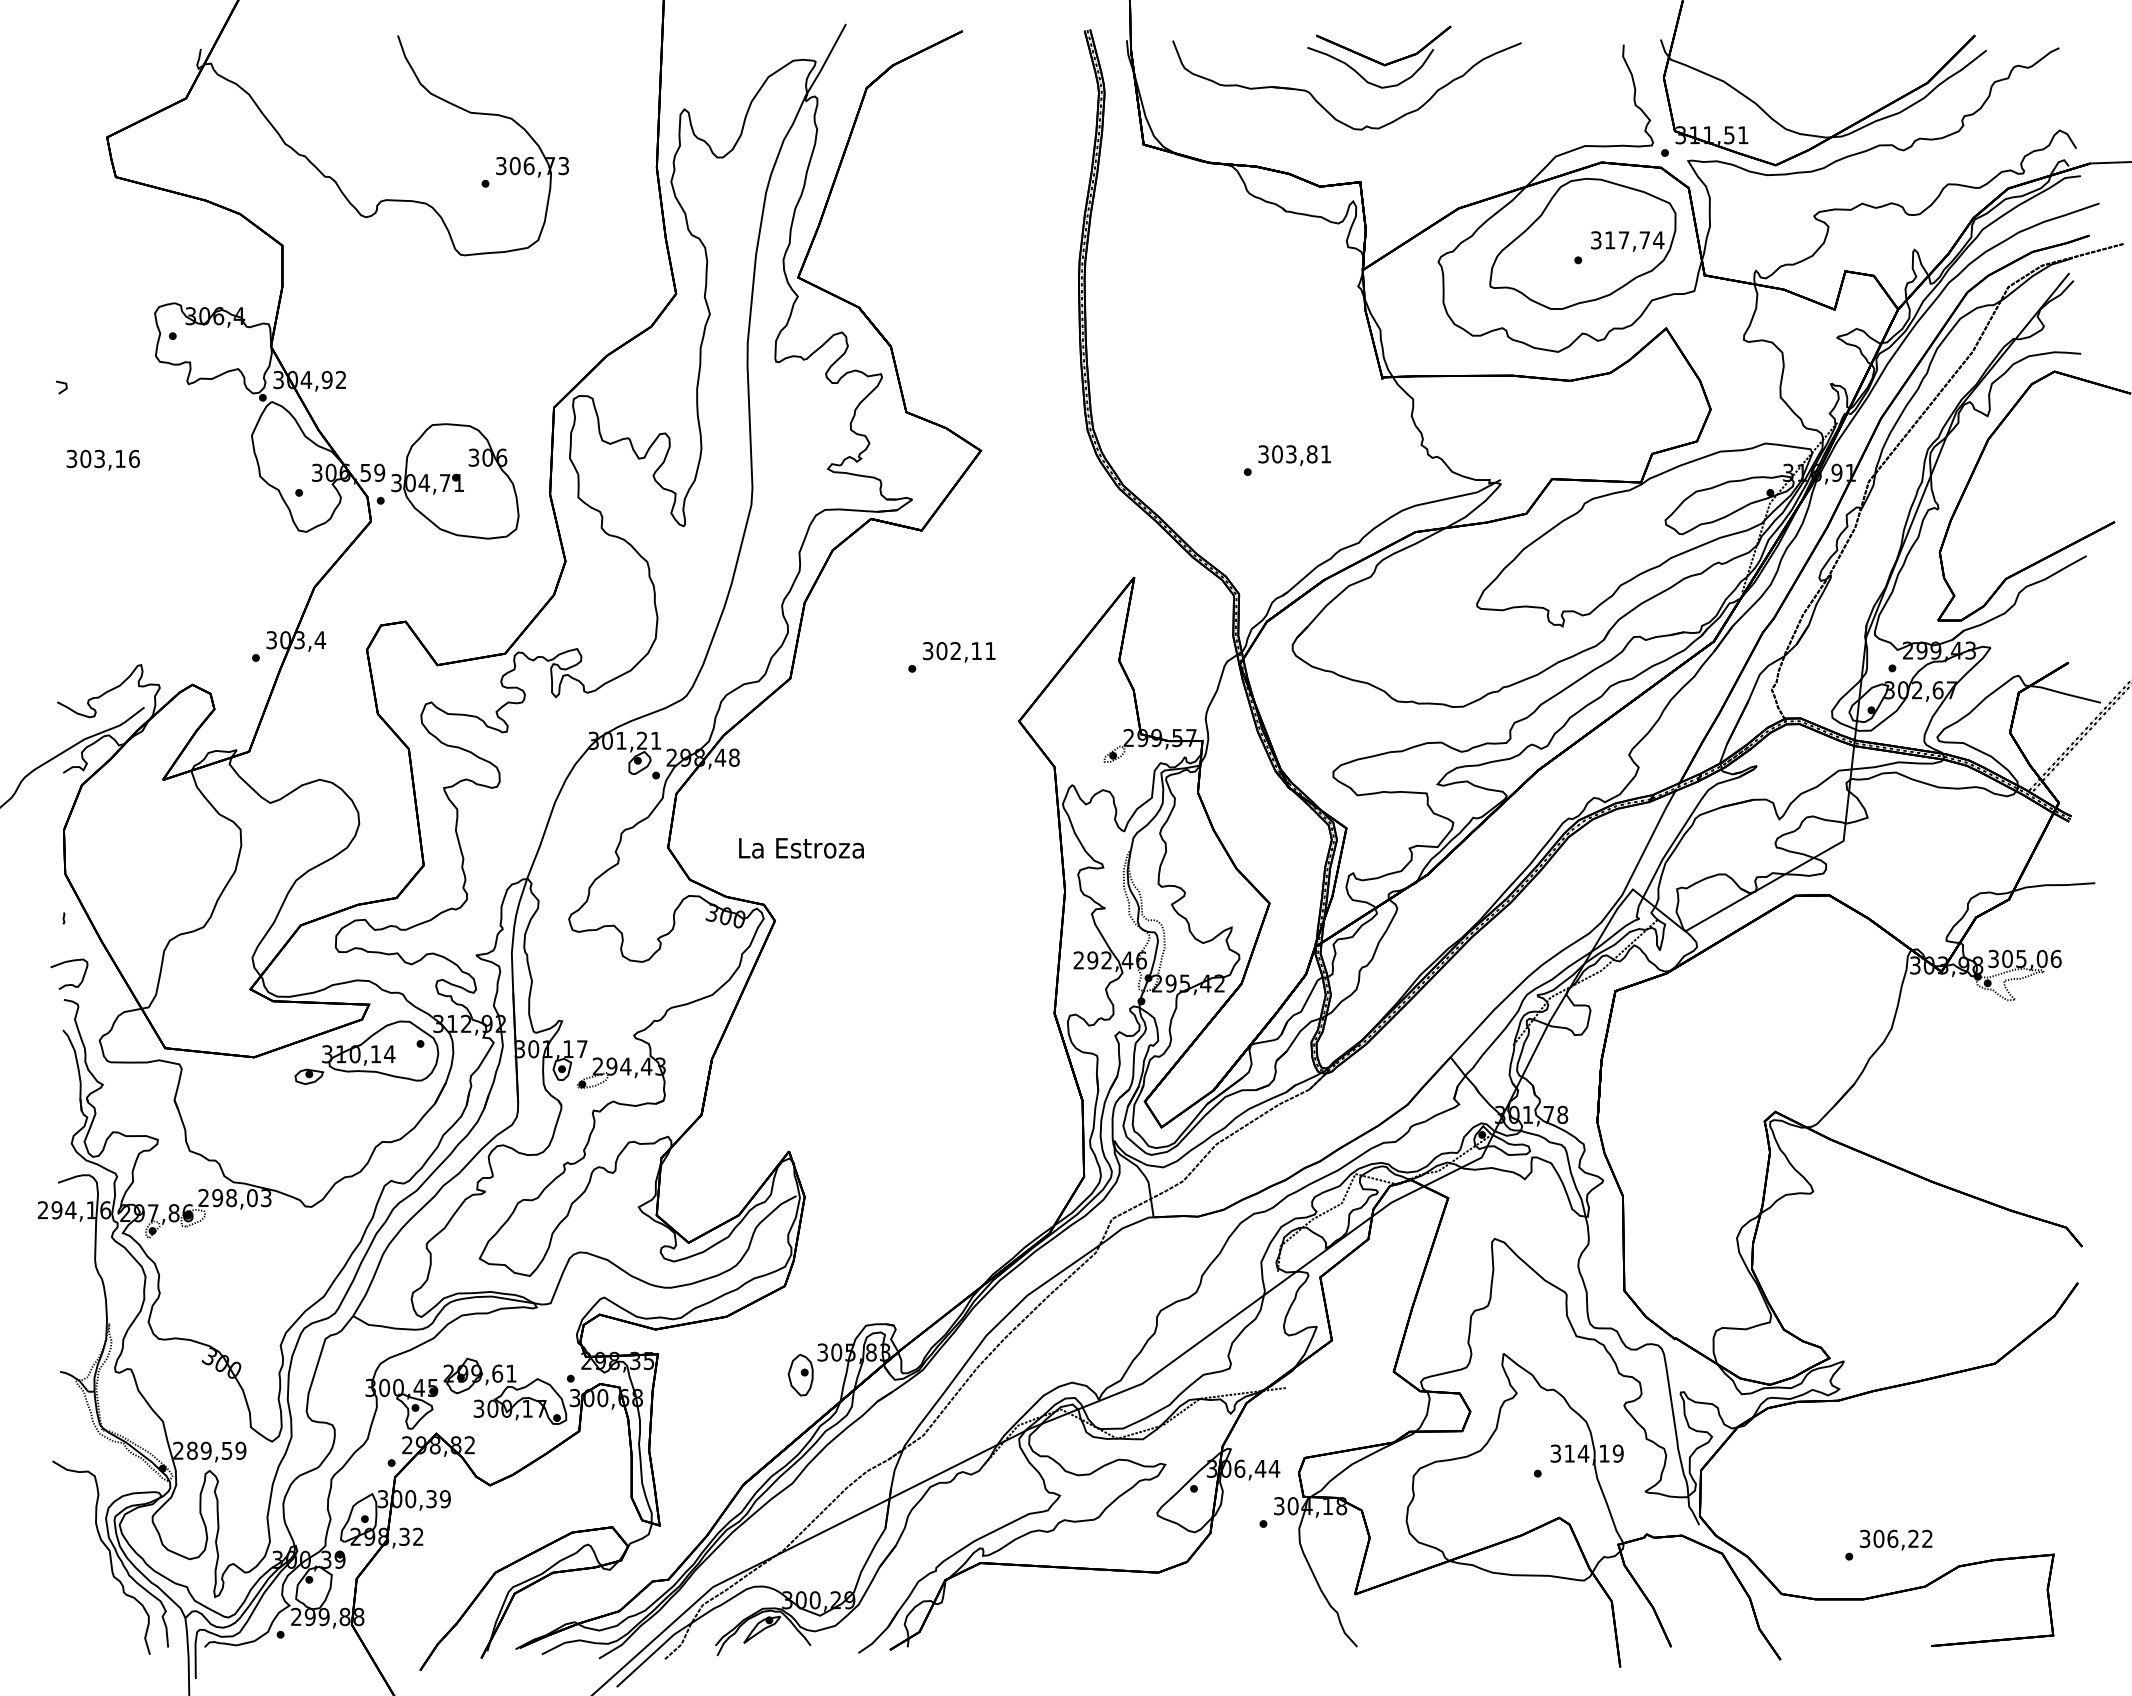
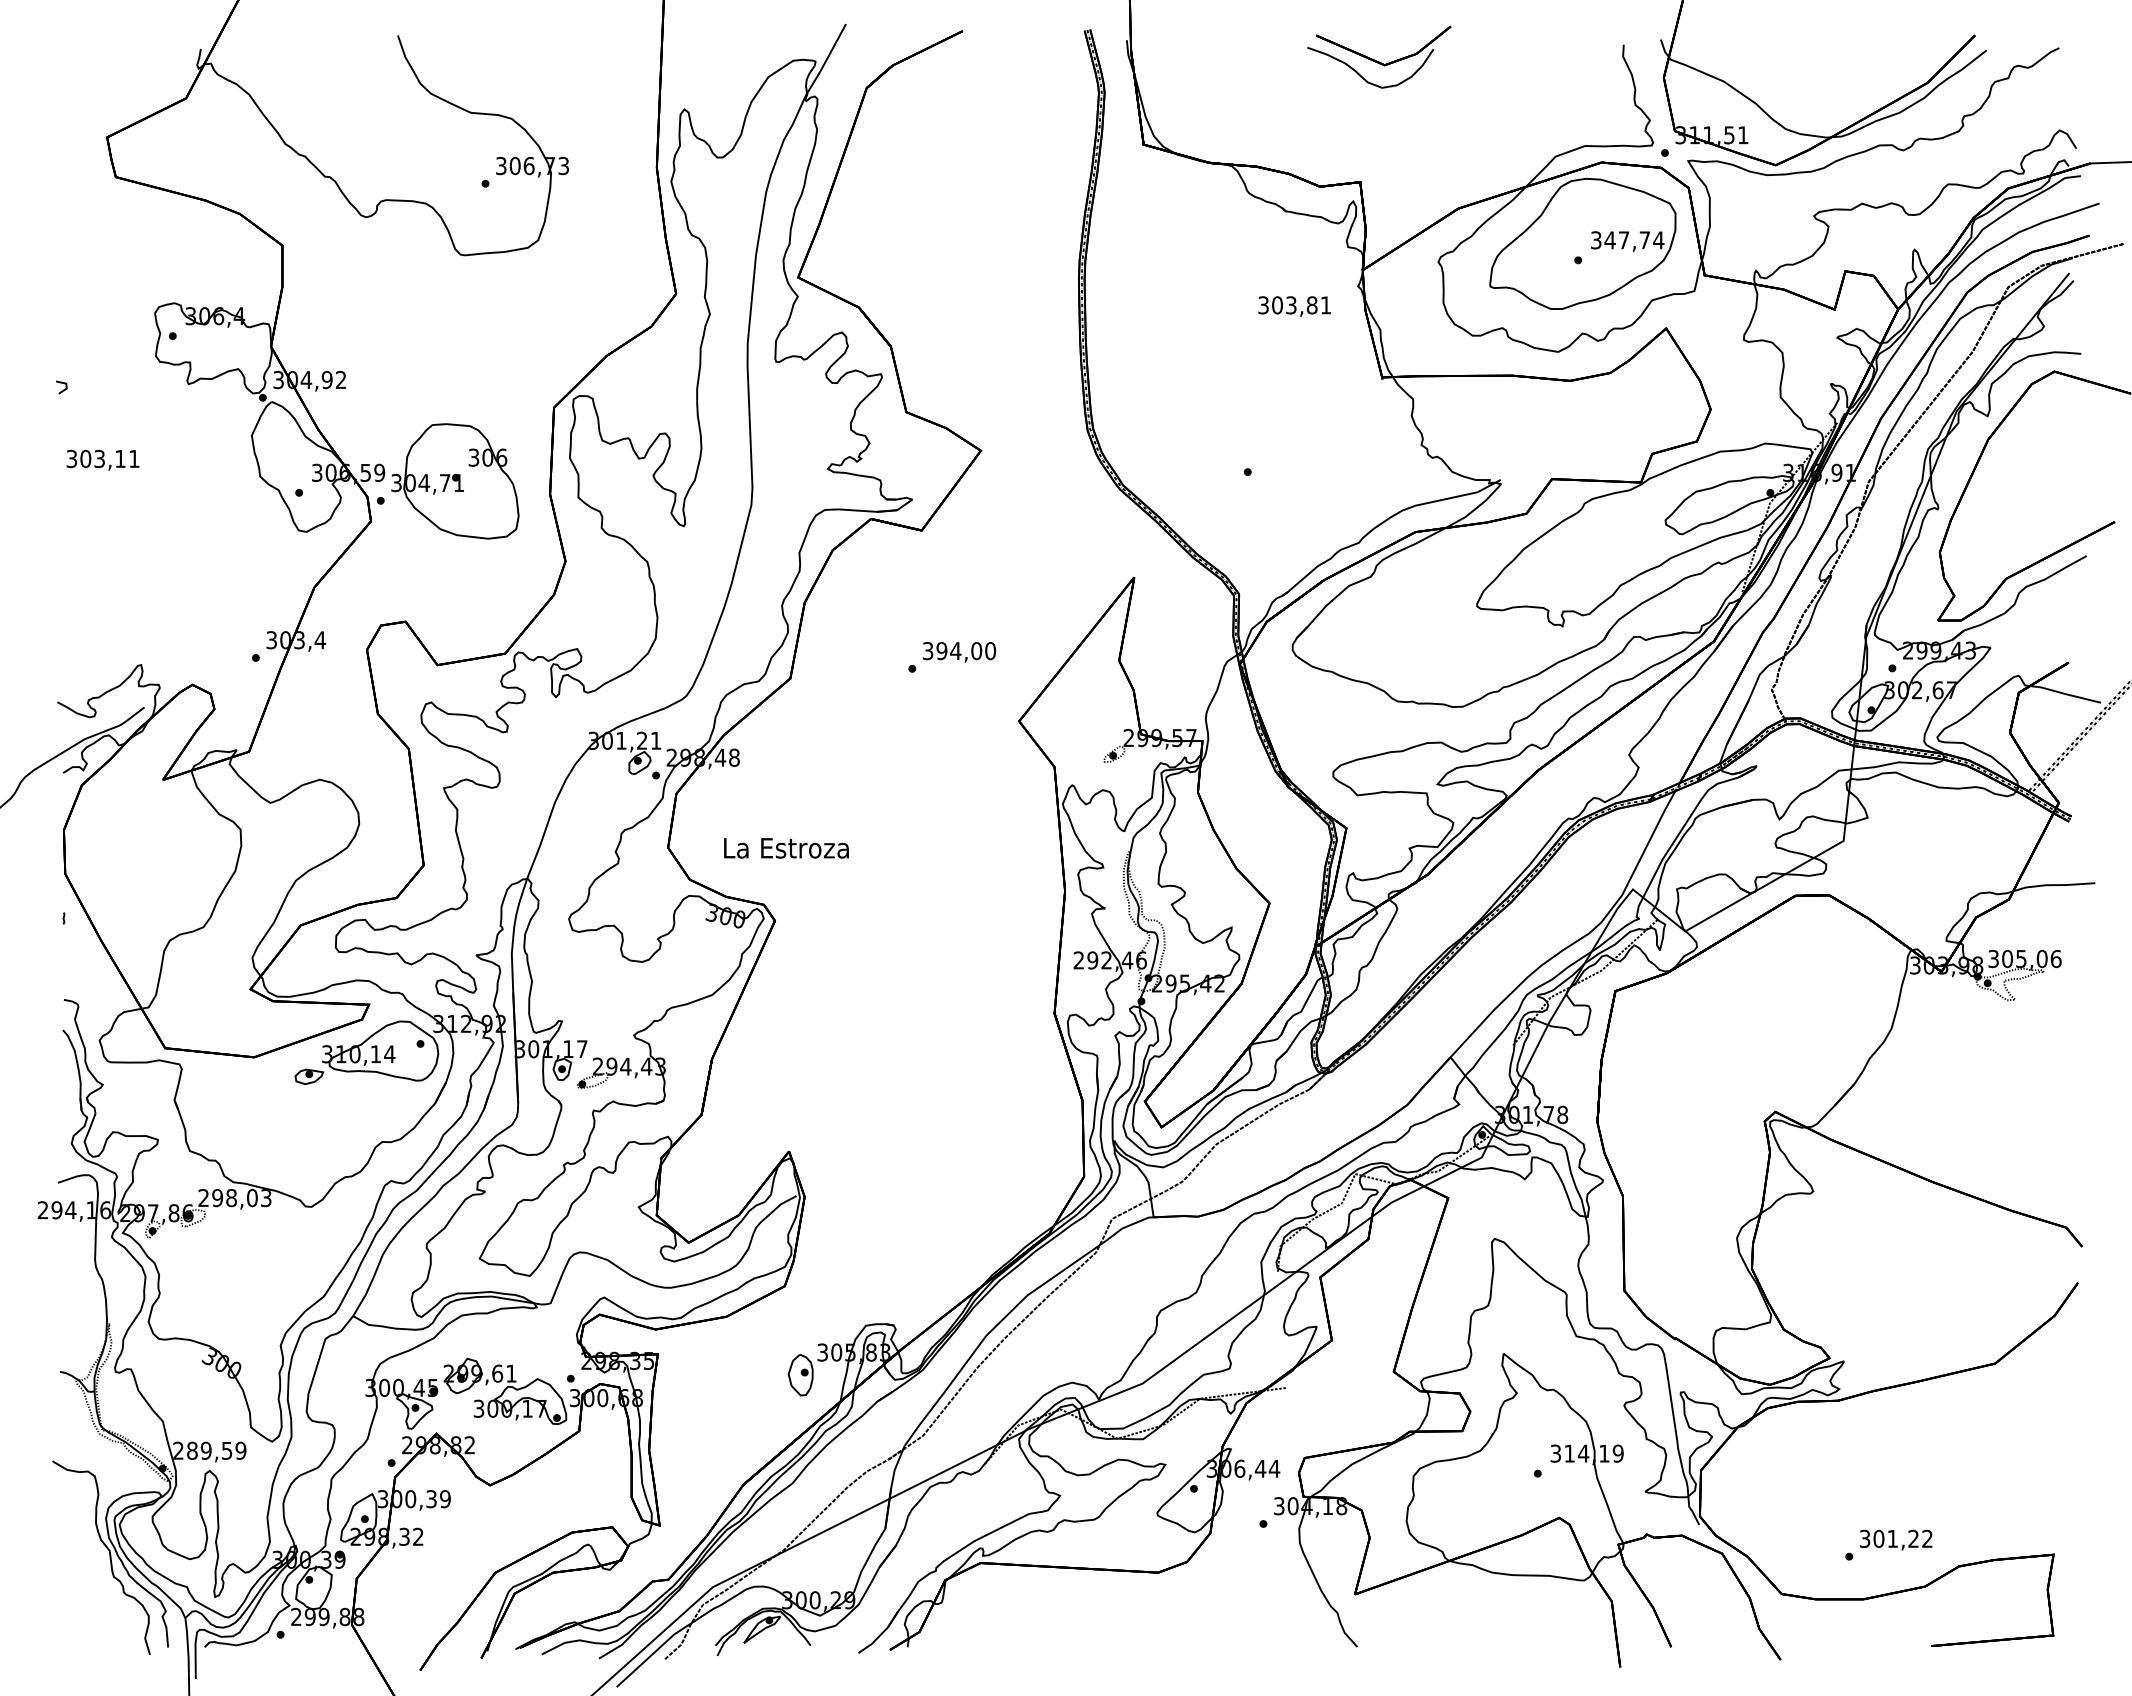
part at (1324, 107): present -> none
text at (1609, 240): 317,74 -> 347,74
text at (1294, 455) position: (1294, 455) -> (1294, 306)
text at (134, 458): 303,16 -> 303,11
text at (966, 651): 302,11 -> 394,00
text at (801, 848) position: (801, 848) -> (786, 848)
curve at (69, 962): present -> none
text at (1892, 1538): 306,22 -> 301,22
